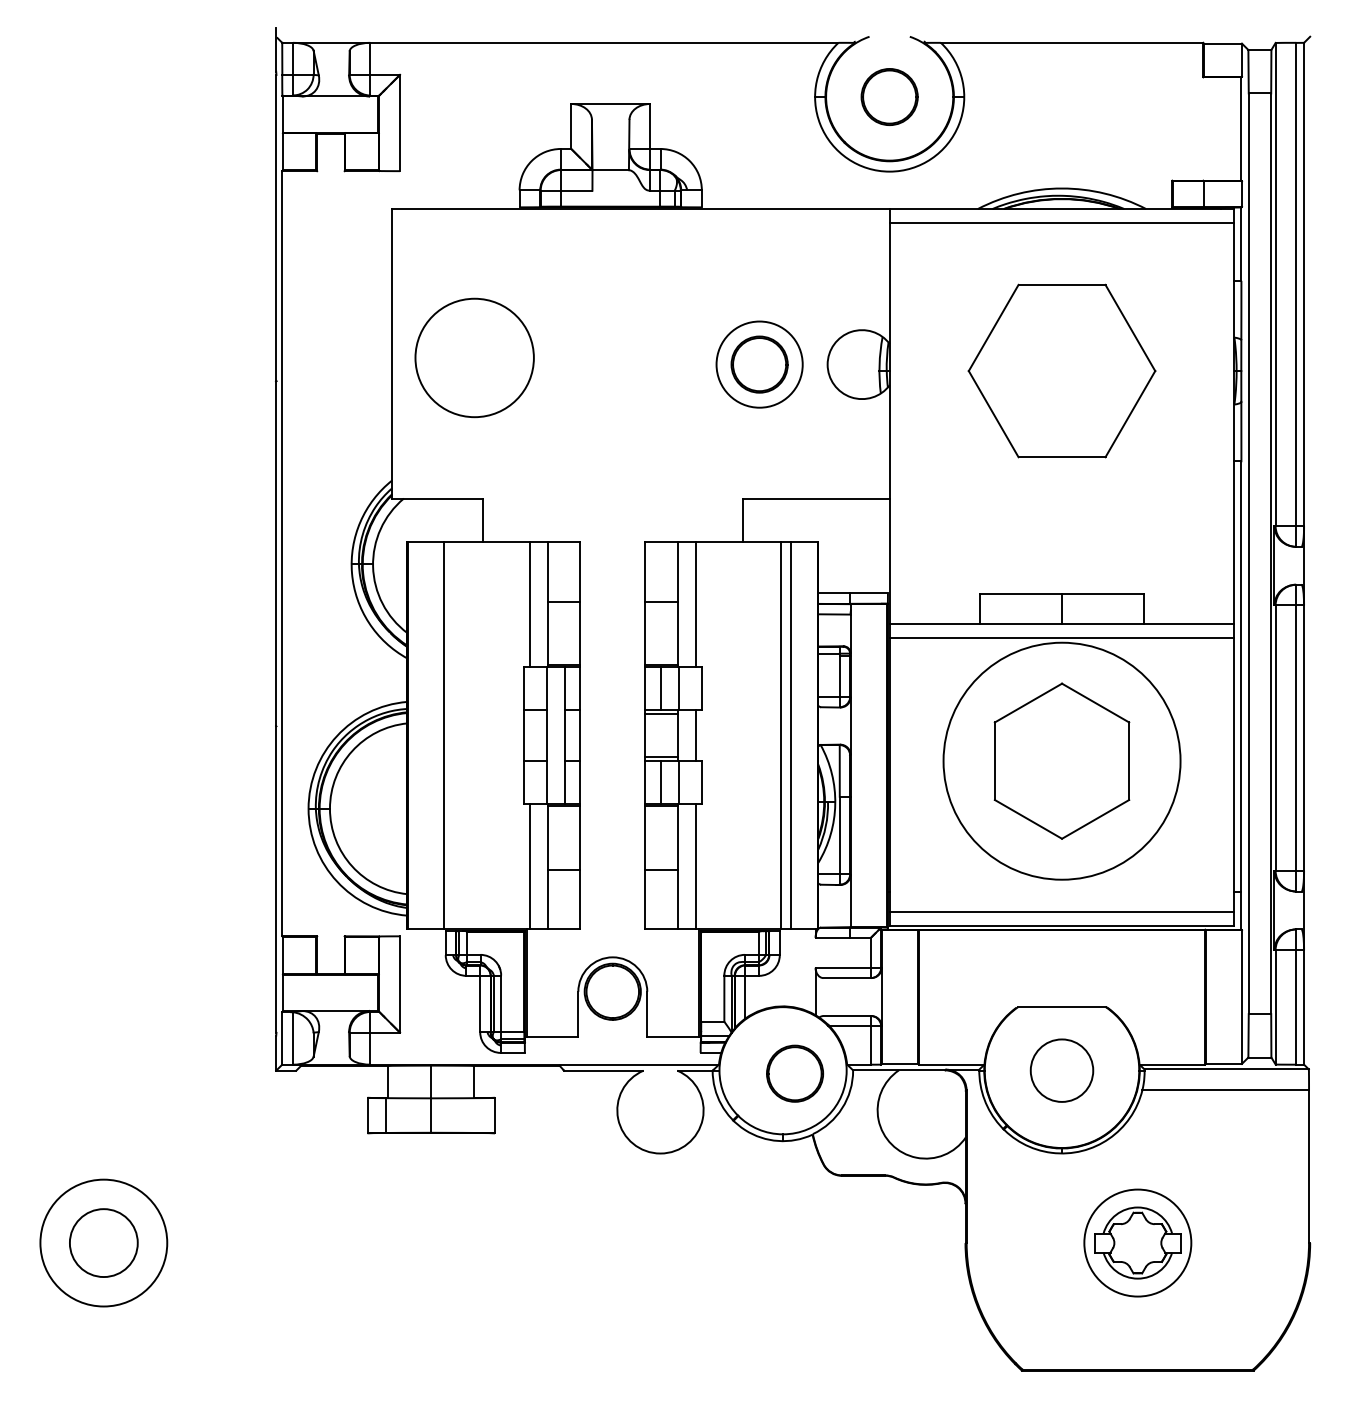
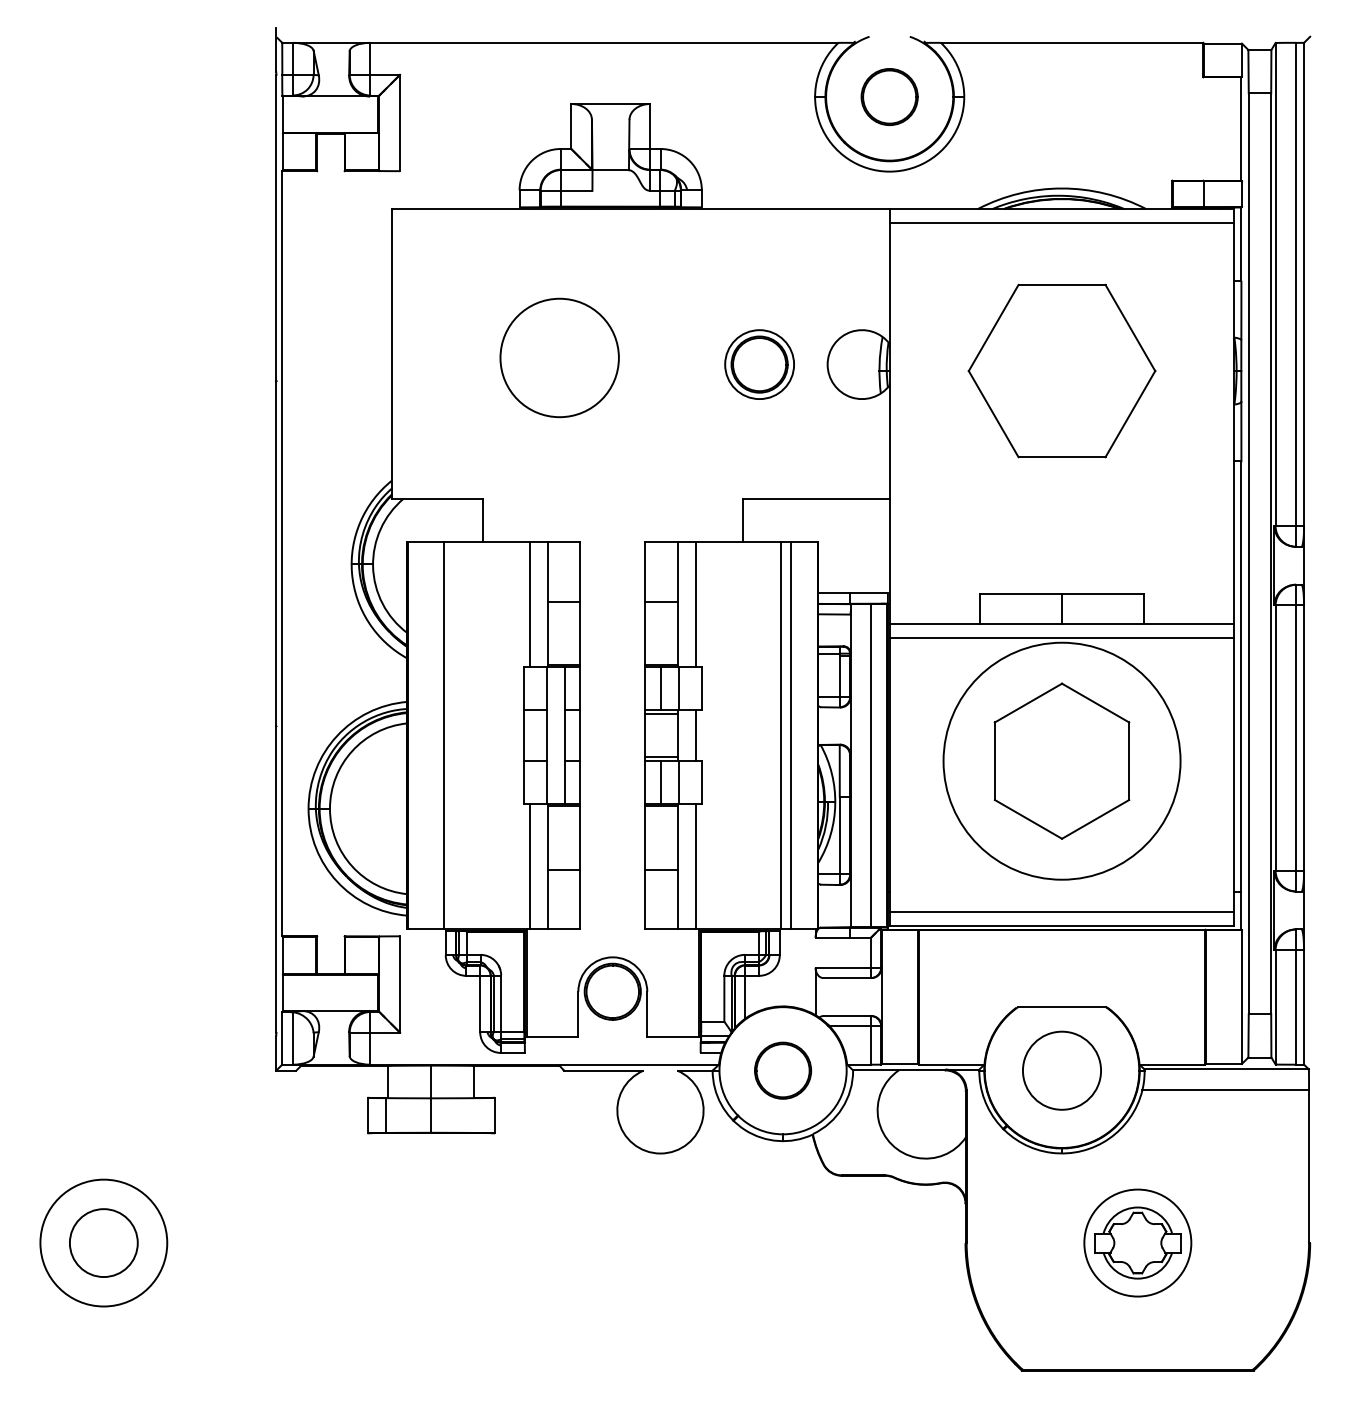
circle at (474, 357) position: (474, 357) -> (559, 357)
circle at (759, 364) diameter: 86 px -> 69 px
line at (871, 765): none -> present
circle at (1061, 1070) size: 66x65 px -> 80x81 px
part at (795, 1073) position: (795, 1073) -> (783, 1070)
